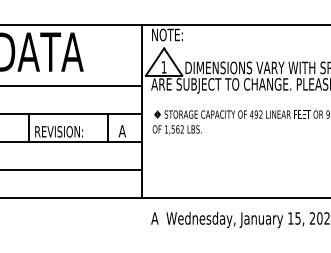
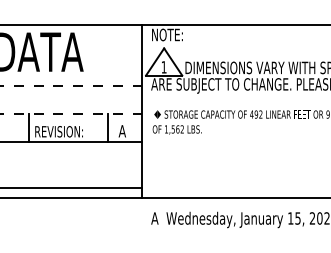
line at (71, 85): solid -> dashed
line at (71, 113): solid -> dashed
line at (71, 169) position: (71, 169) -> (71, 187)
